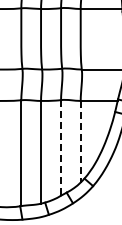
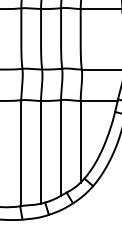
line at (80, 141): dashed -> solid
line at (61, 147): dashed -> solid
